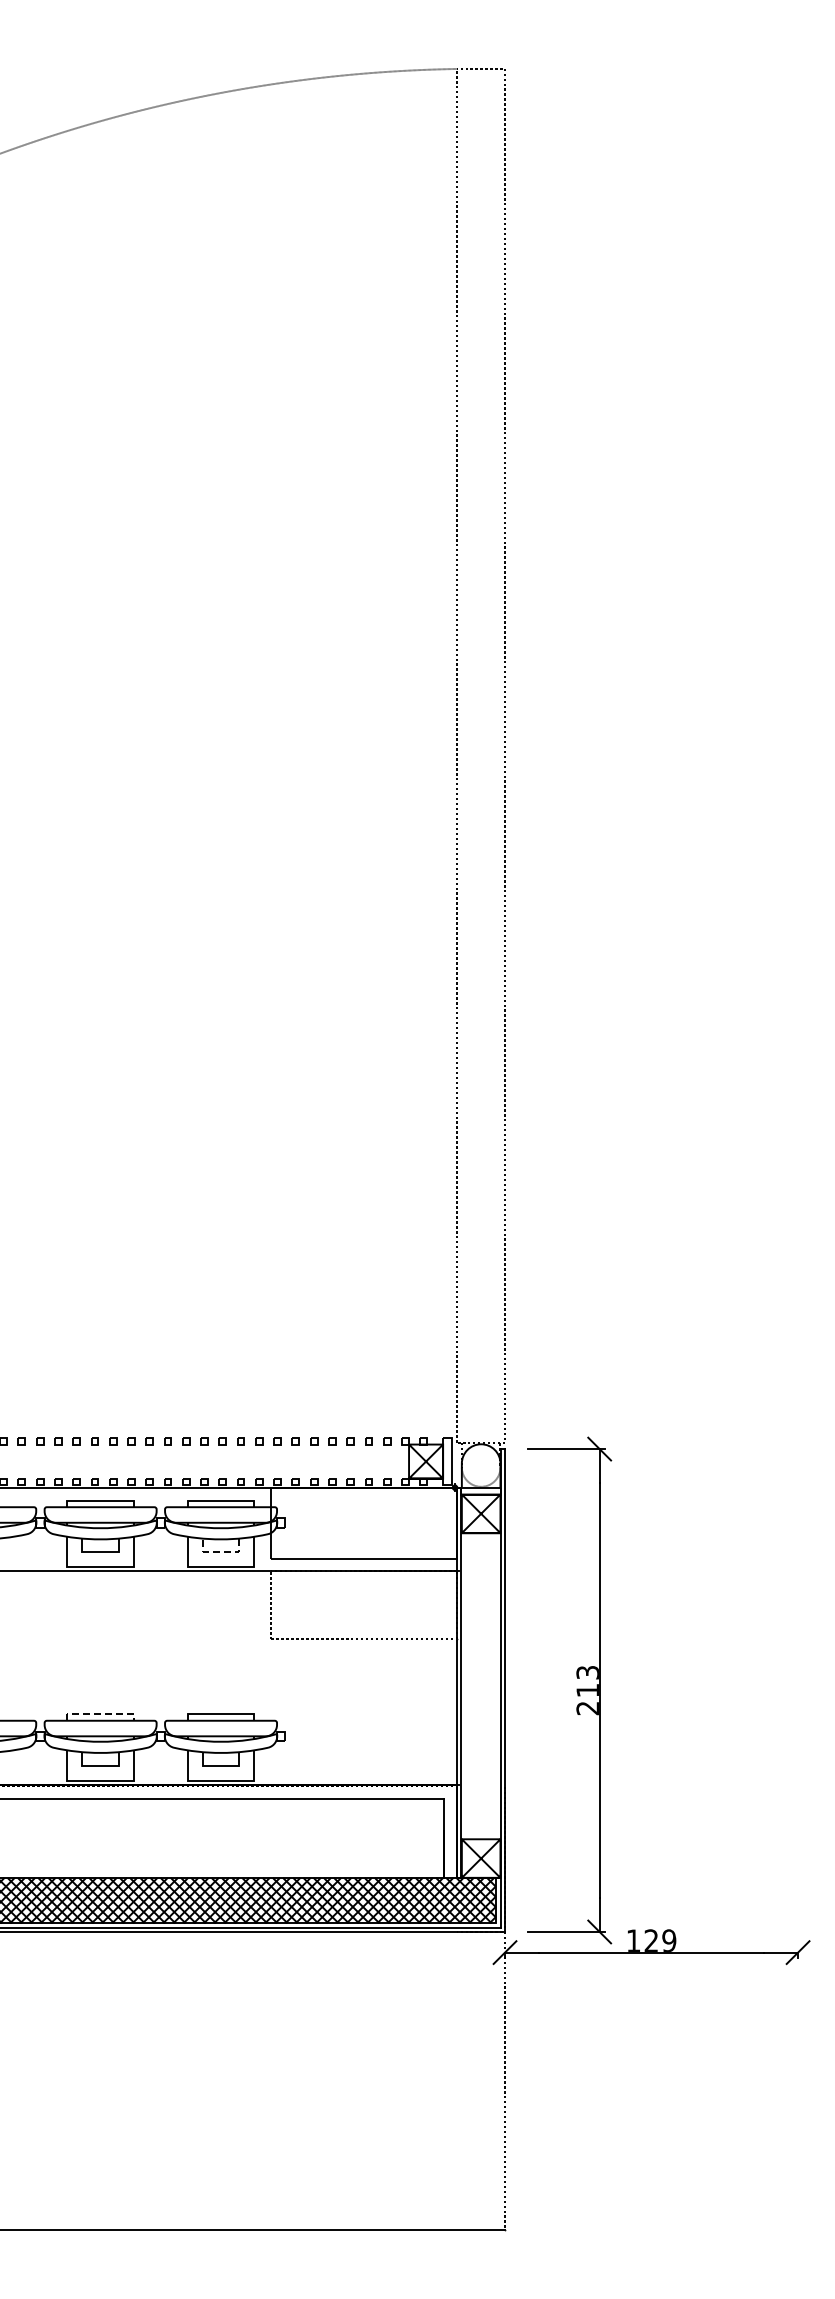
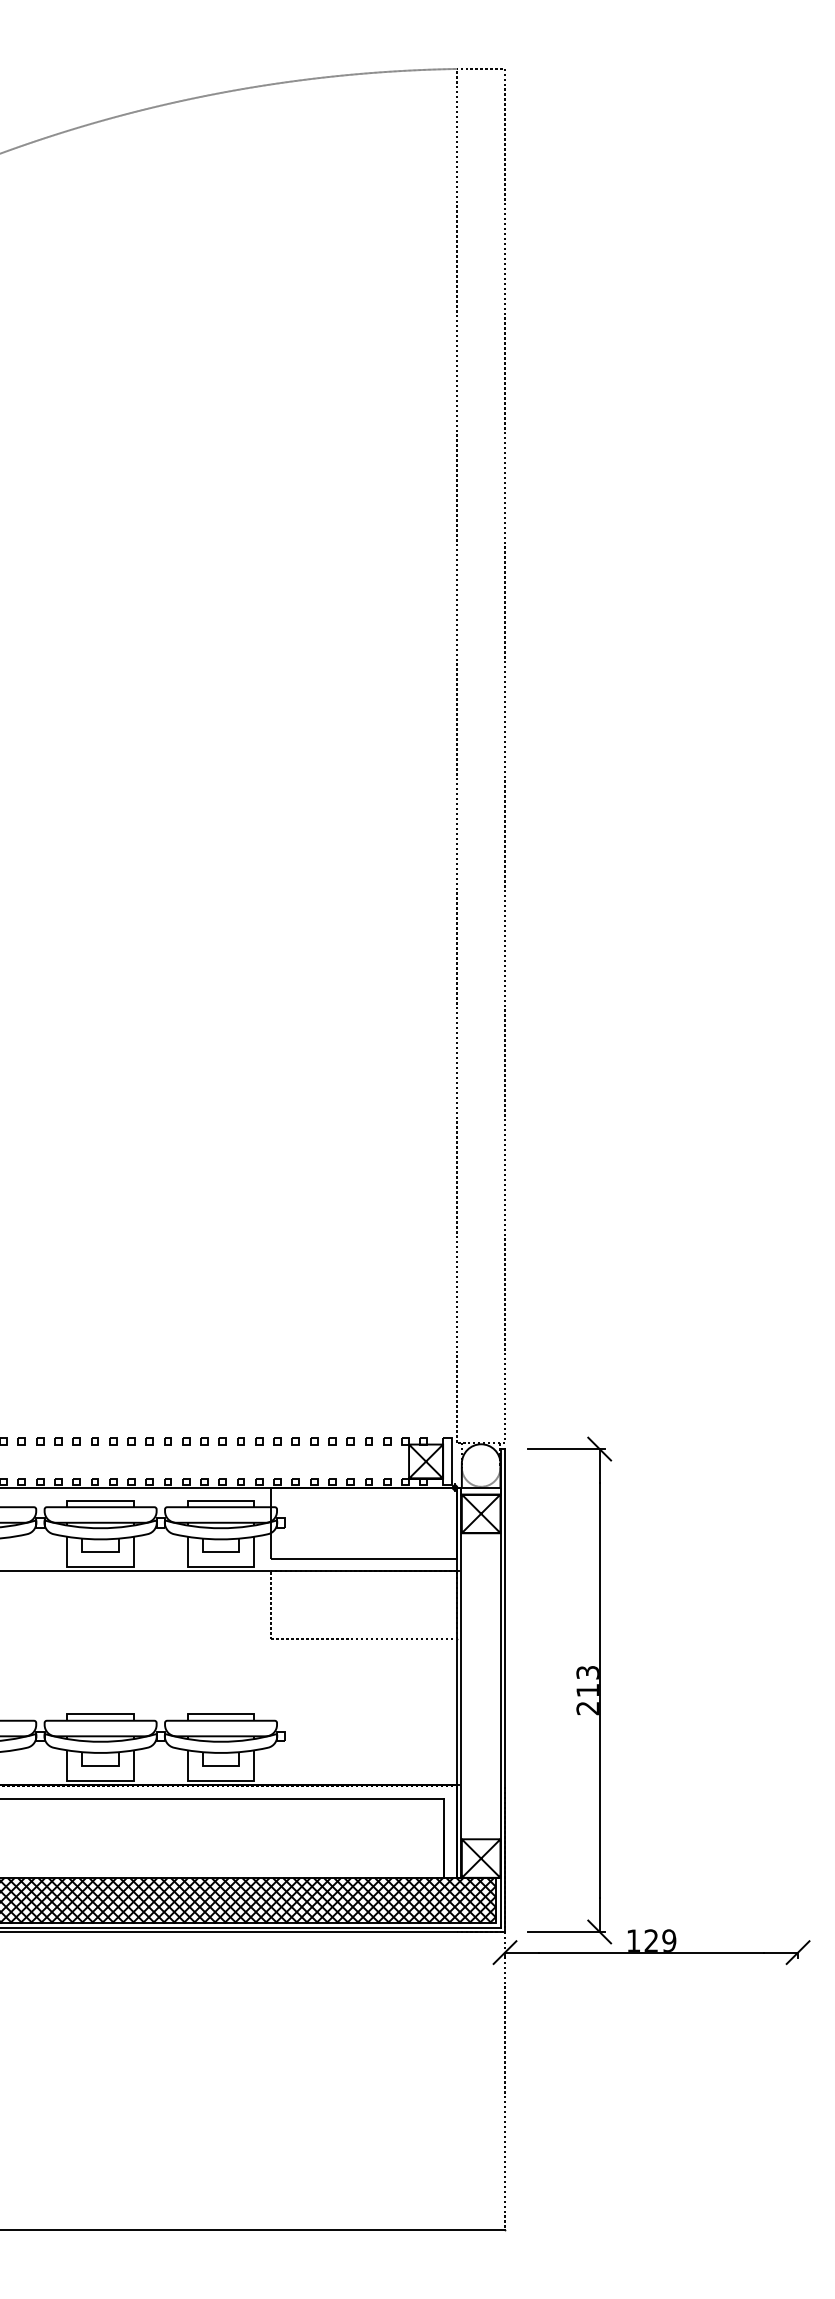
line at (220, 1552): dashed -> solid
line at (101, 1714): dashed -> solid
